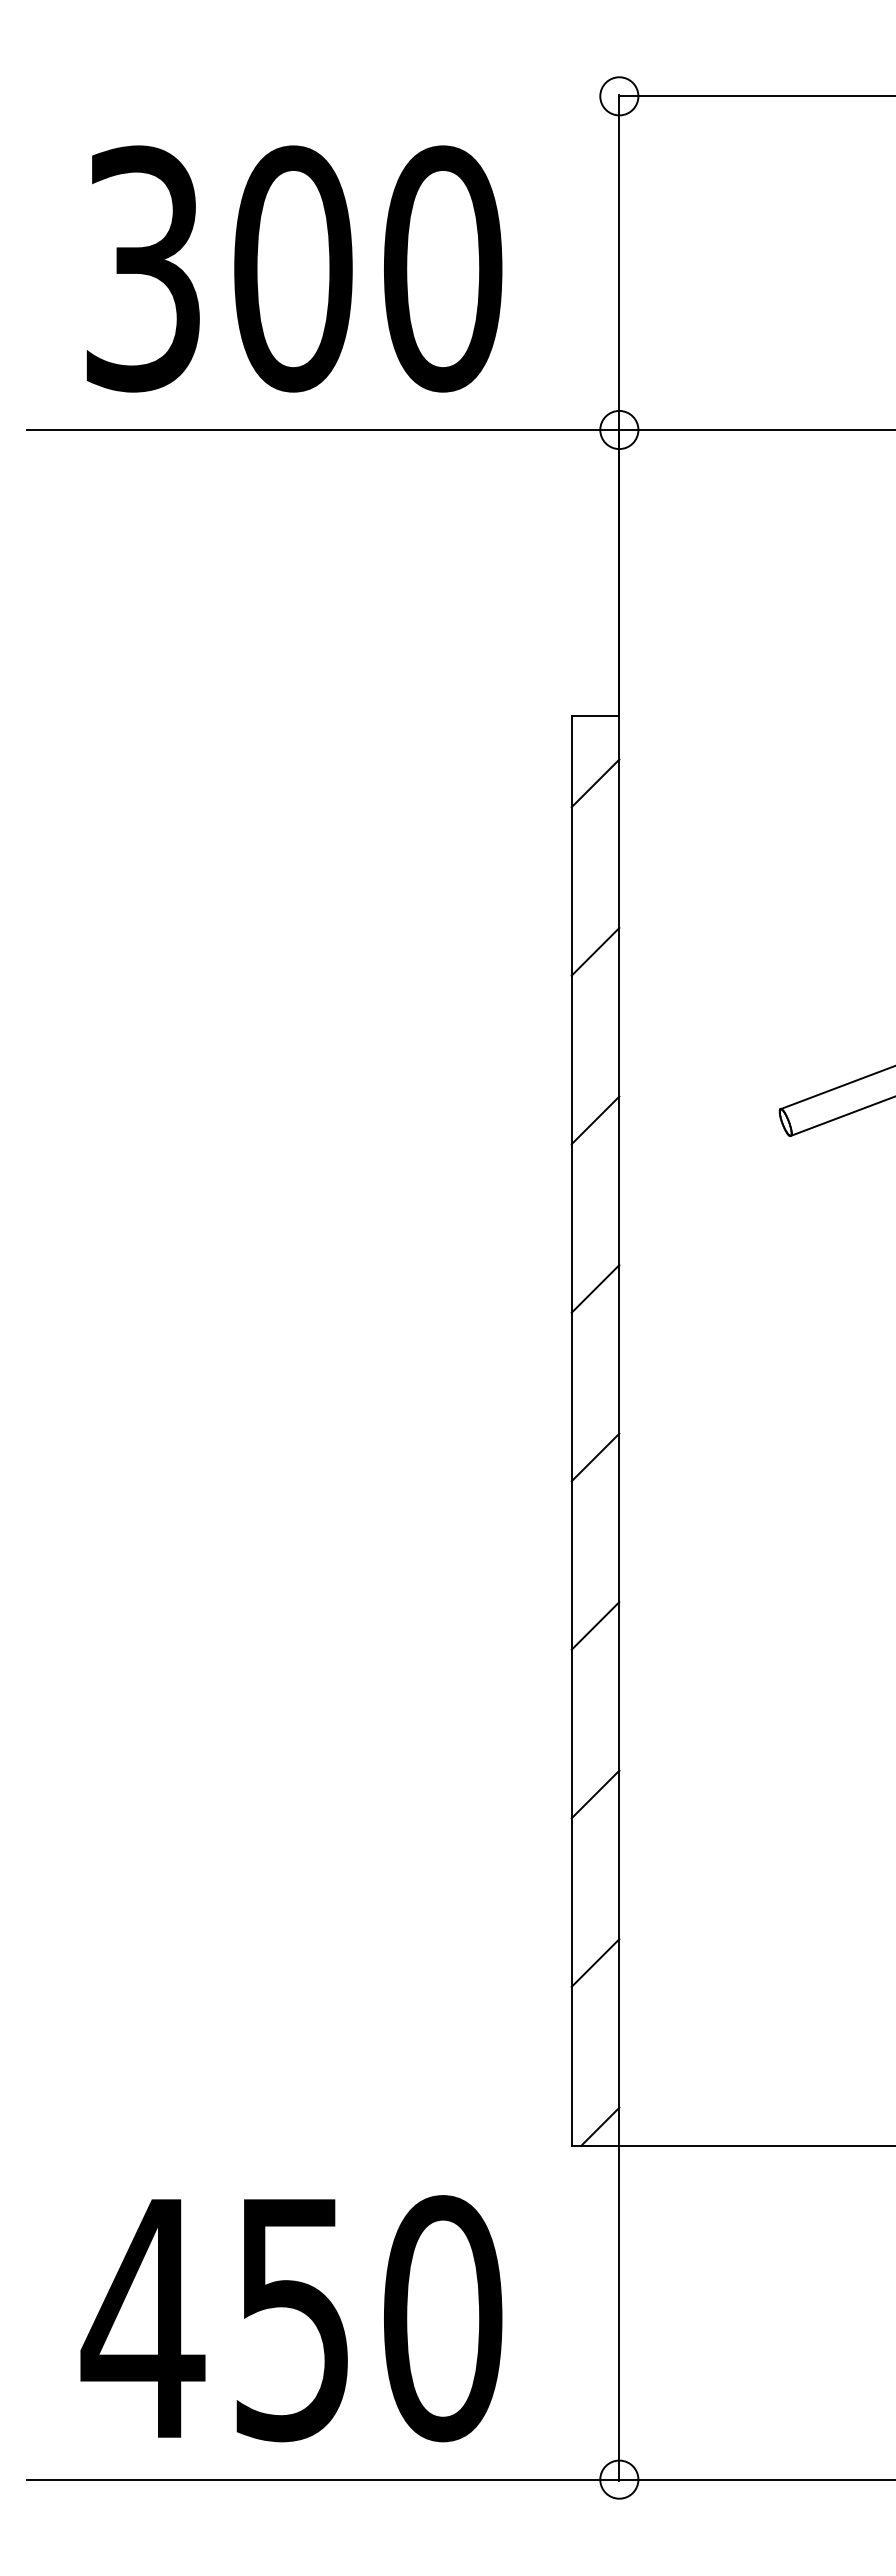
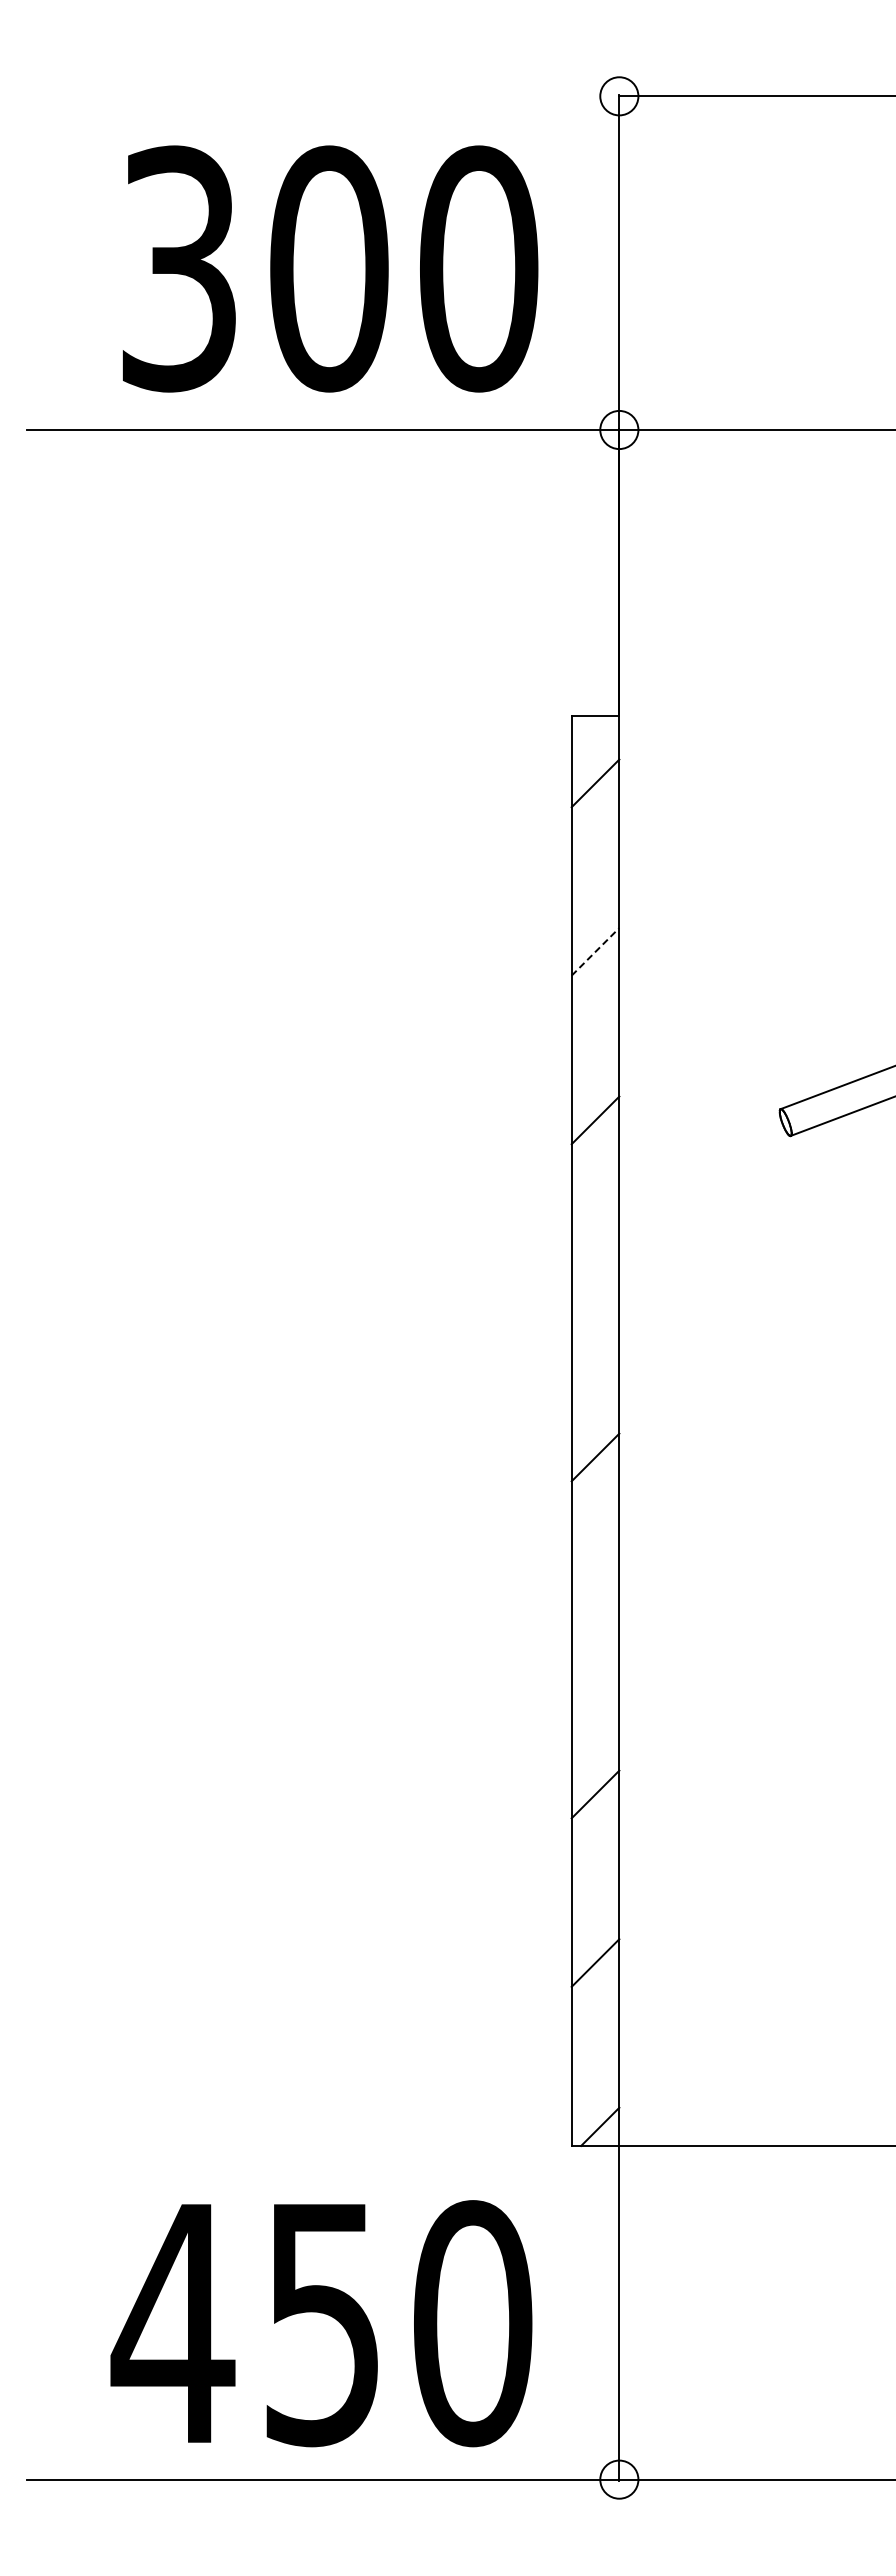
text at (294, 268) position: (294, 268) -> (330, 268)
line at (595, 951): solid -> dashed
line at (595, 1288): present -> none
line at (595, 1625): present -> none
text at (291, 2318) position: (291, 2318) -> (321, 2323)
